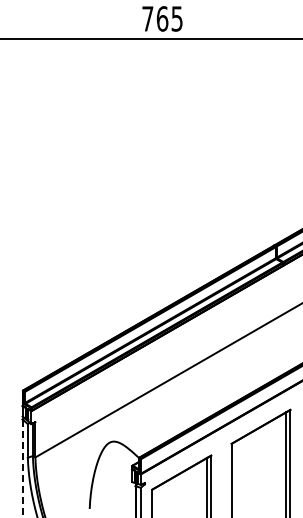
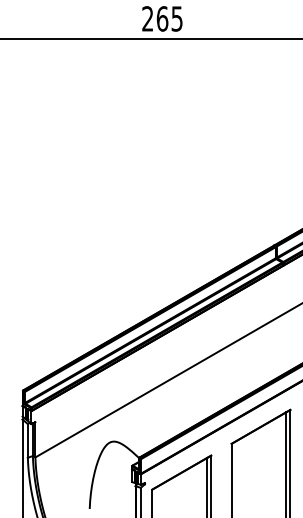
text at (147, 18): 765 -> 265
line at (22, 468): dashed -> solid
